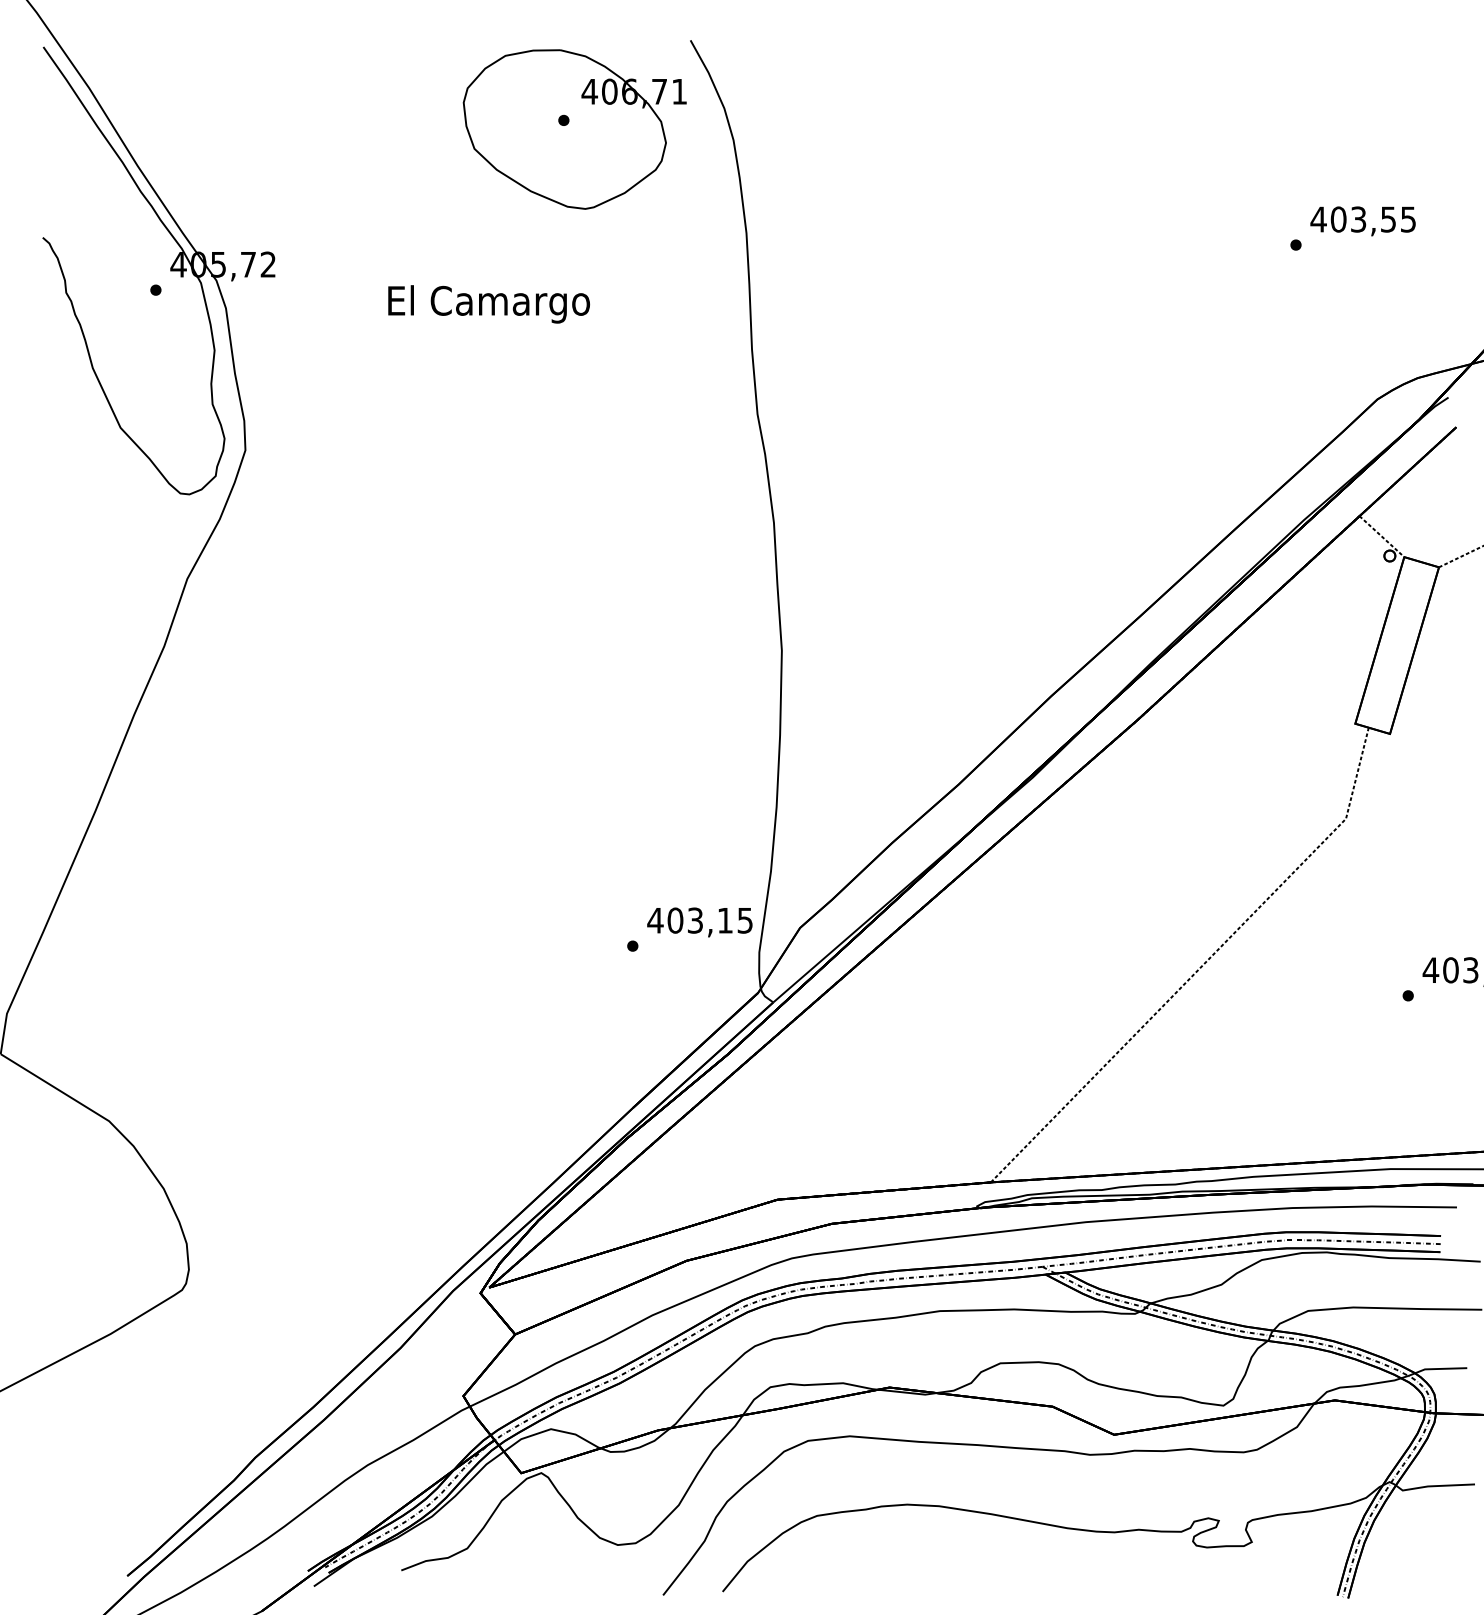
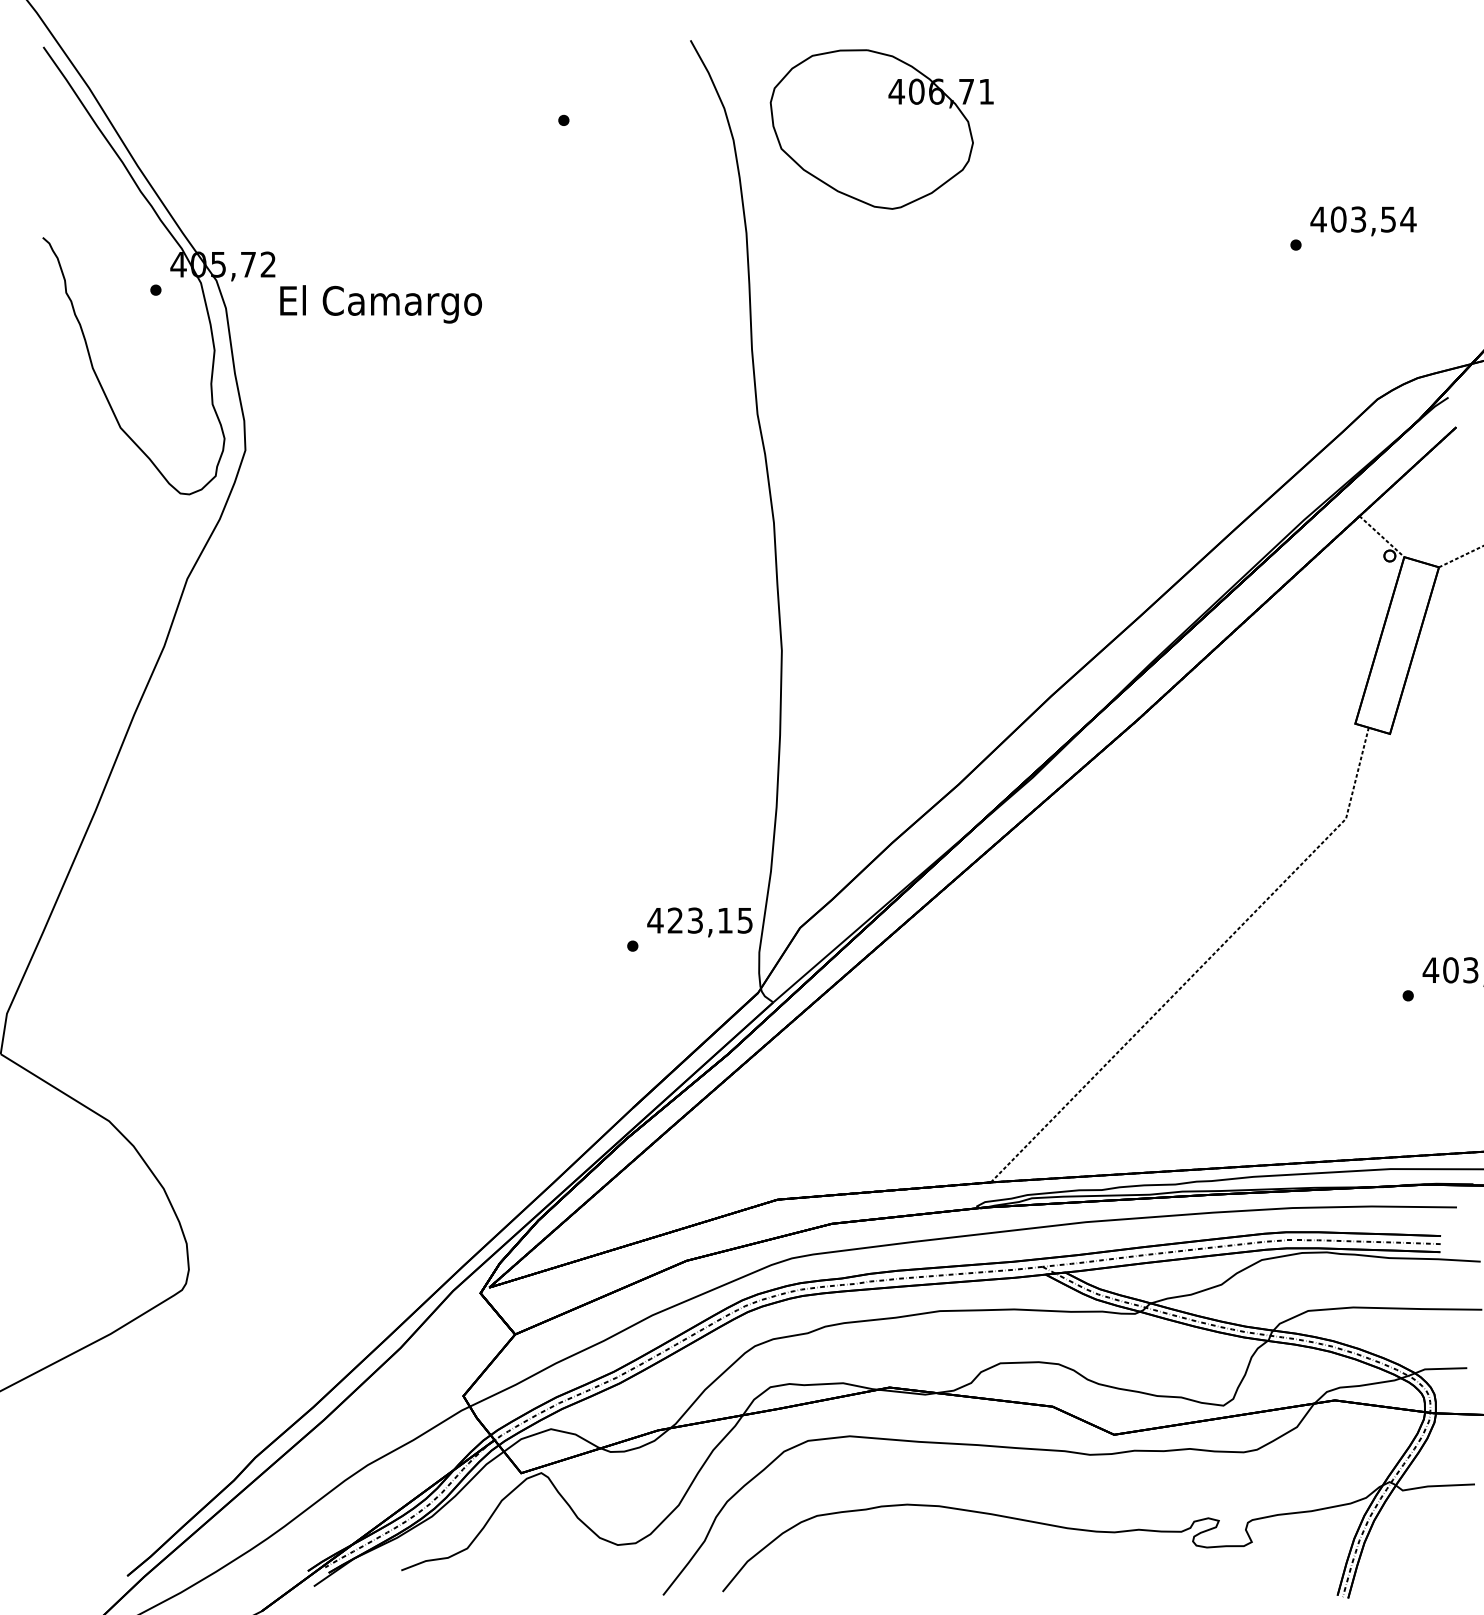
part at (574, 129) position: (574, 129) -> (881, 129)
text at (1408, 219): 403,55 -> 403,54
text at (488, 304) position: (488, 304) -> (380, 304)
text at (675, 920): 403,15 -> 423,15
